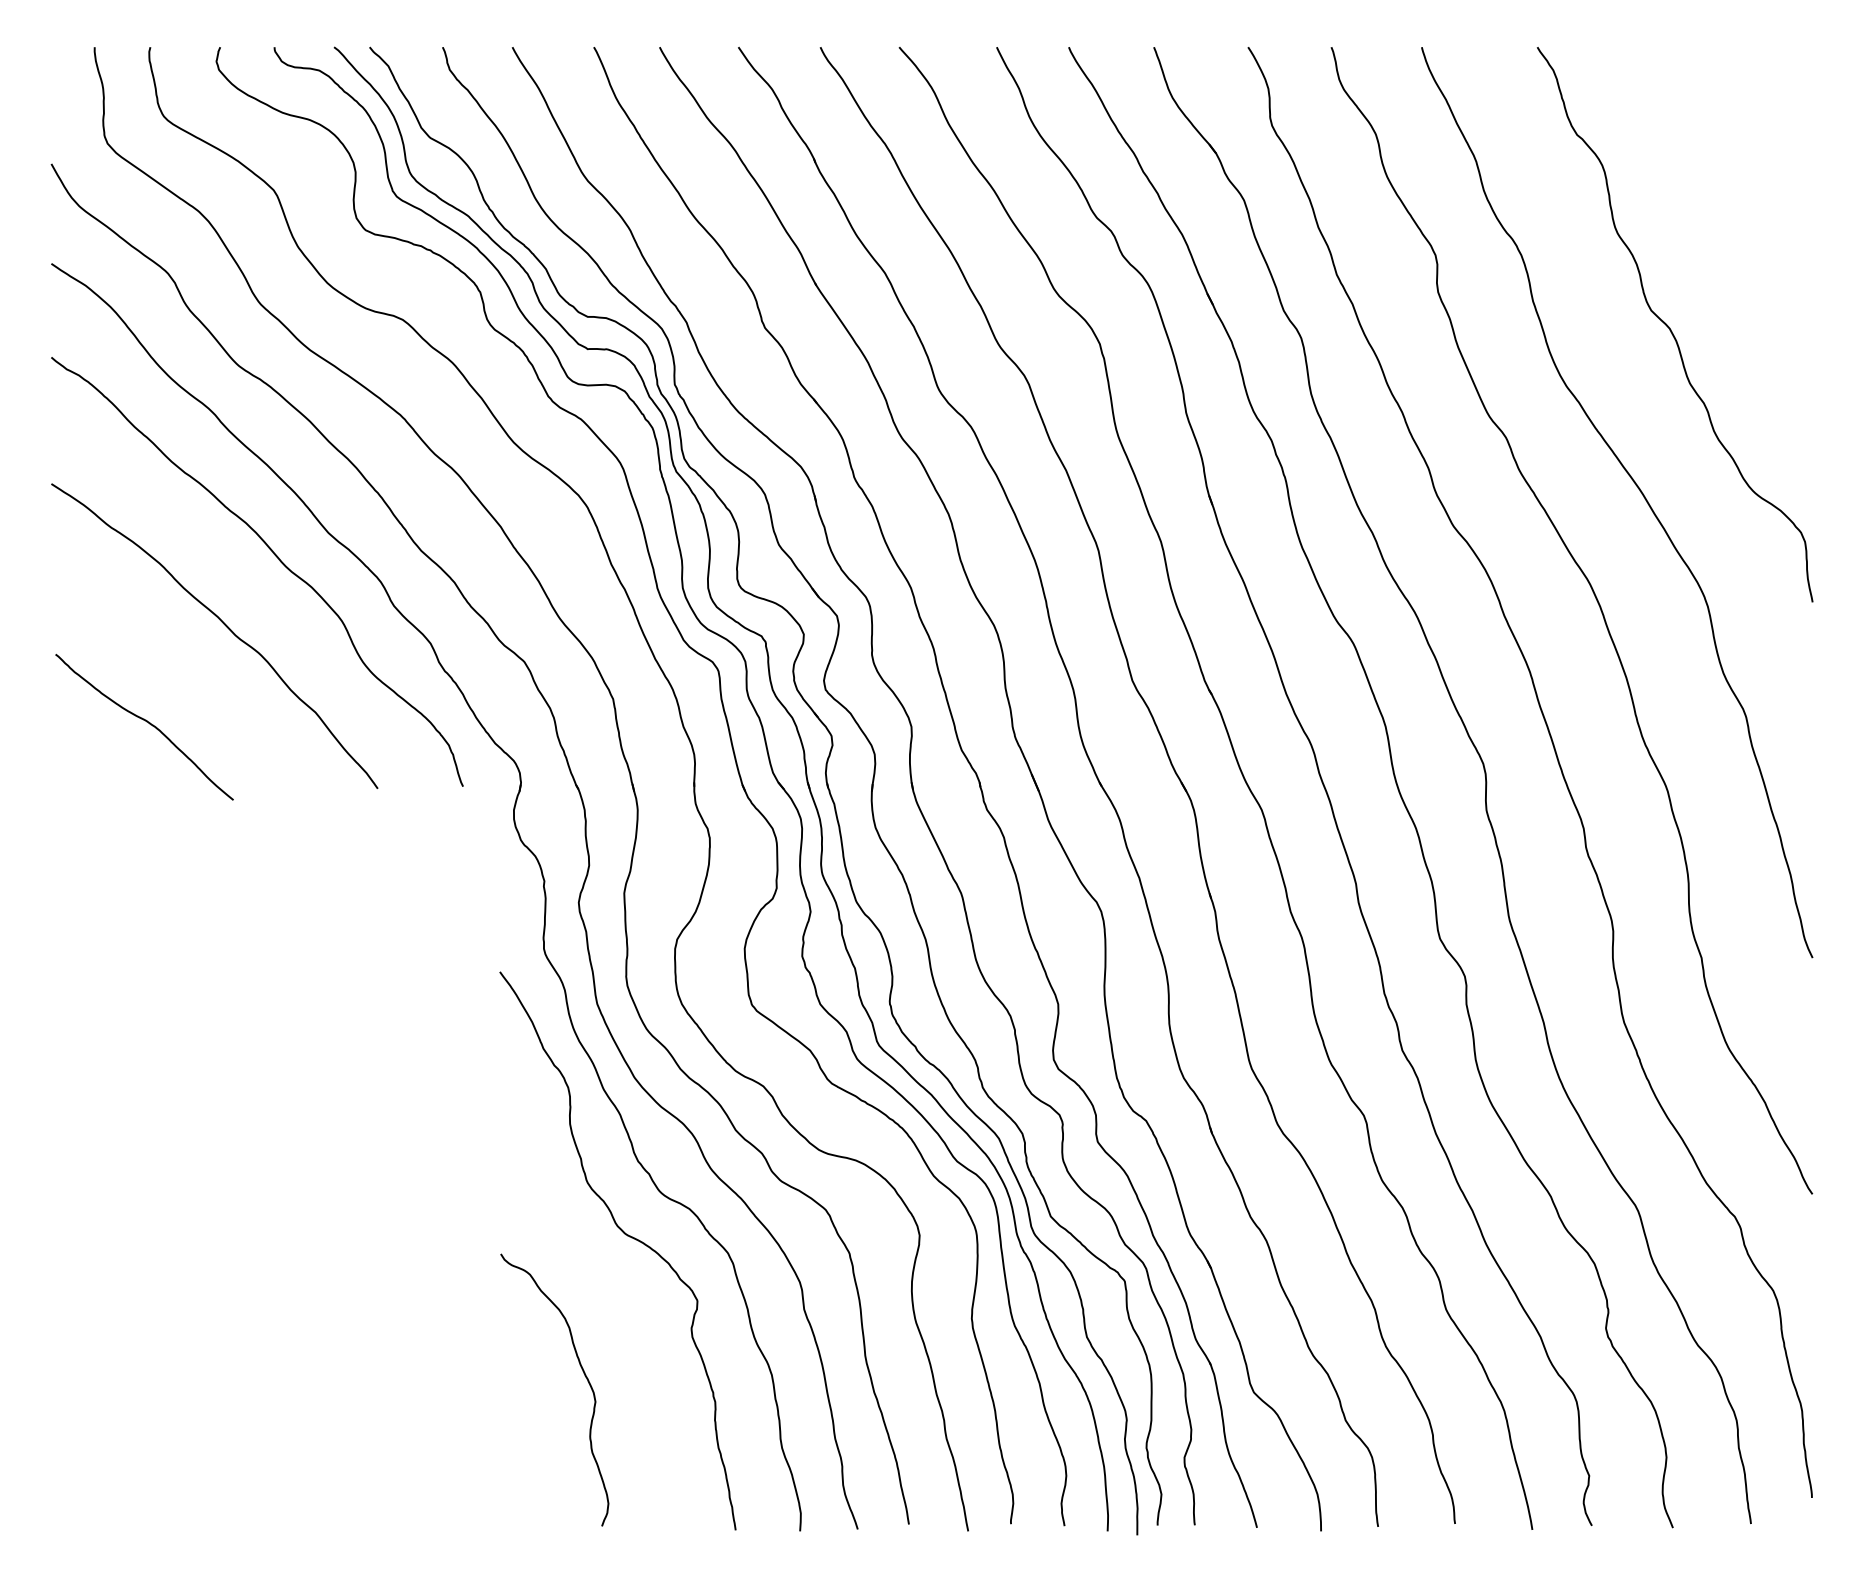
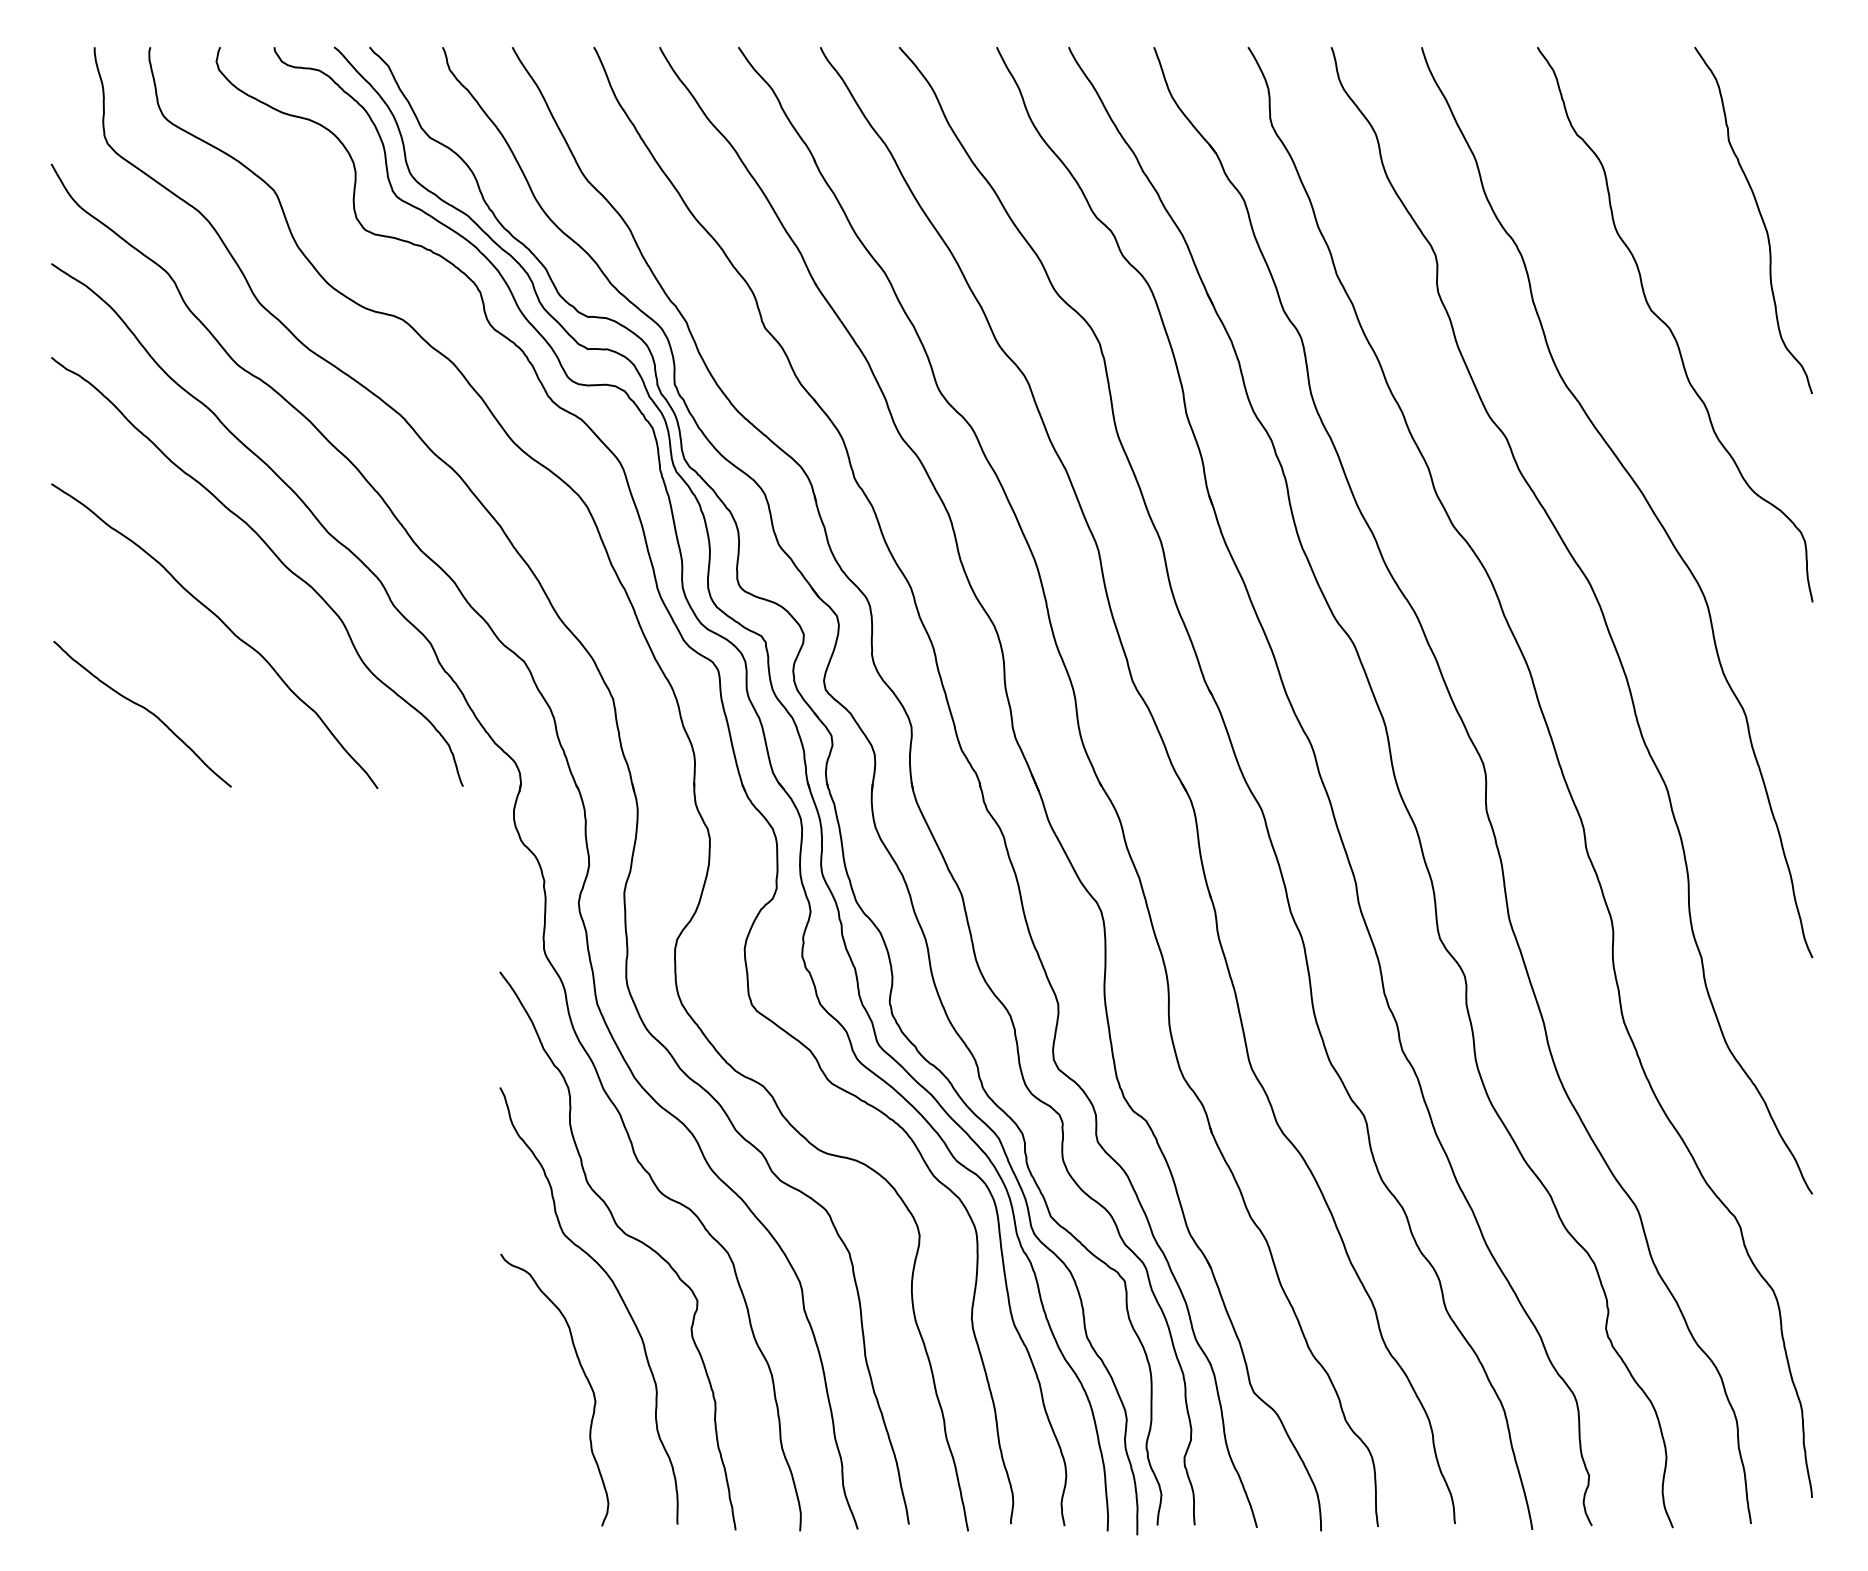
curve at (1760, 217): none -> present
curve at (146, 722) position: (146, 722) -> (144, 709)
curve at (614, 1287): none -> present
